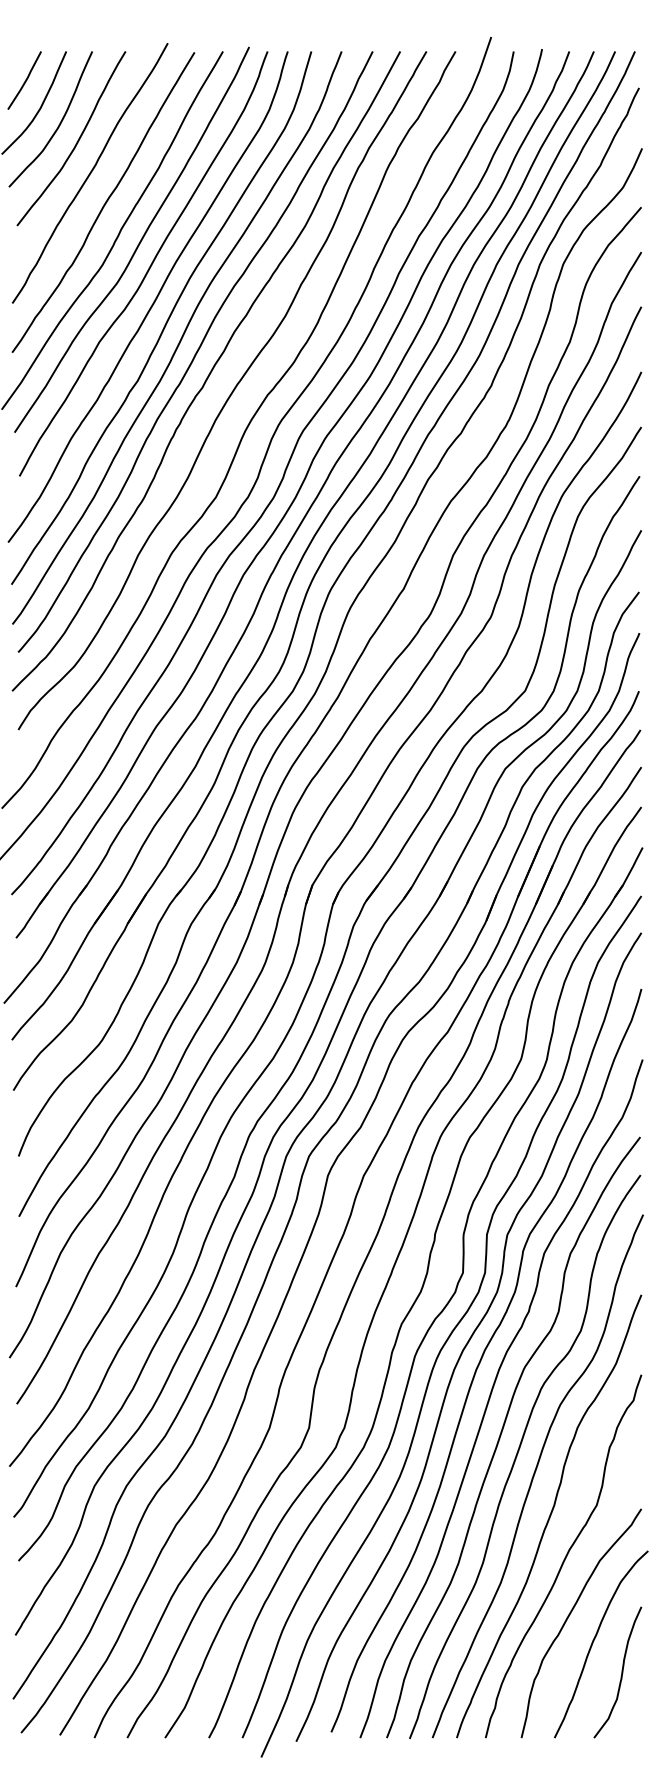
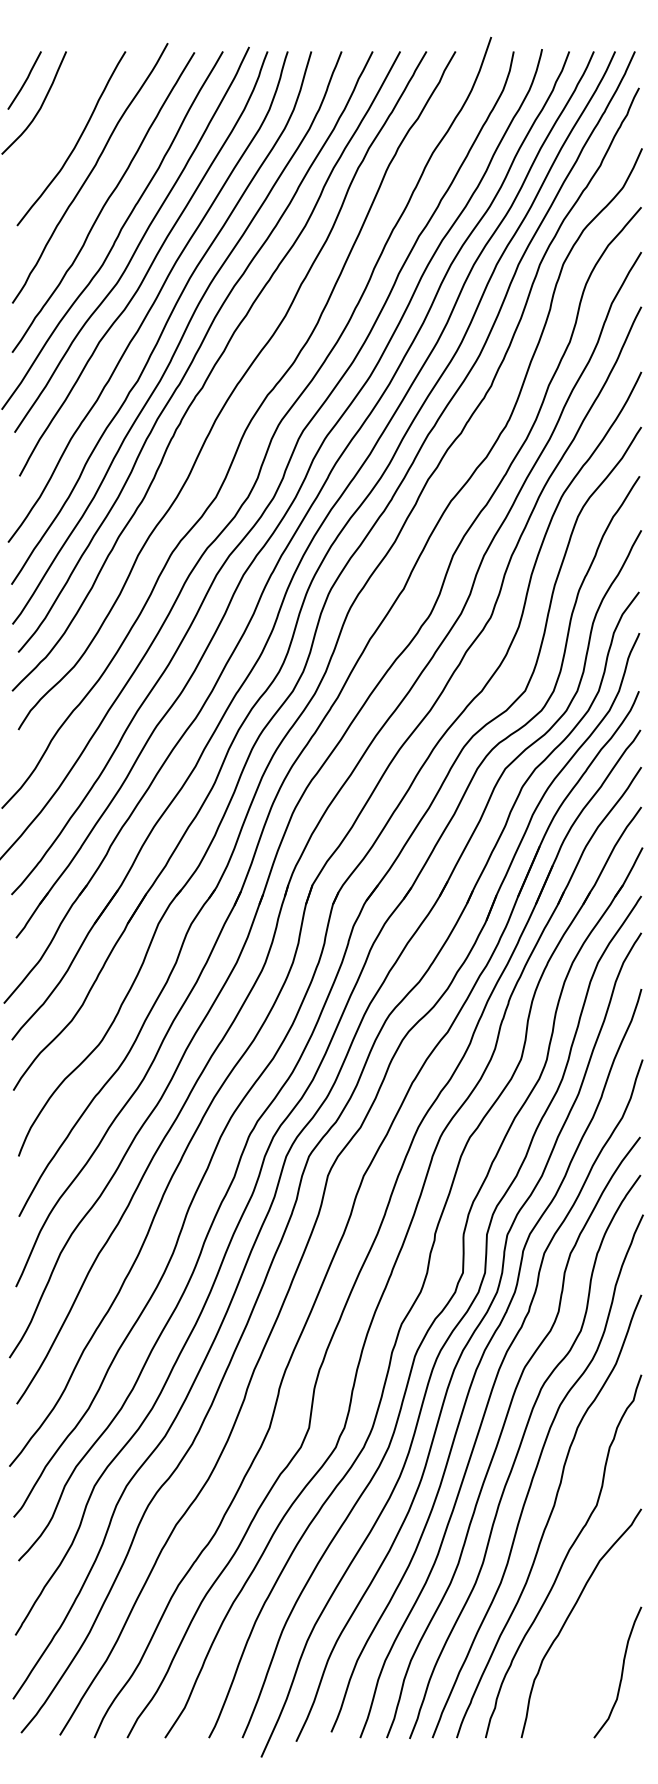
curve at (58, 124): present -> none
curve at (594, 1641): present -> none
